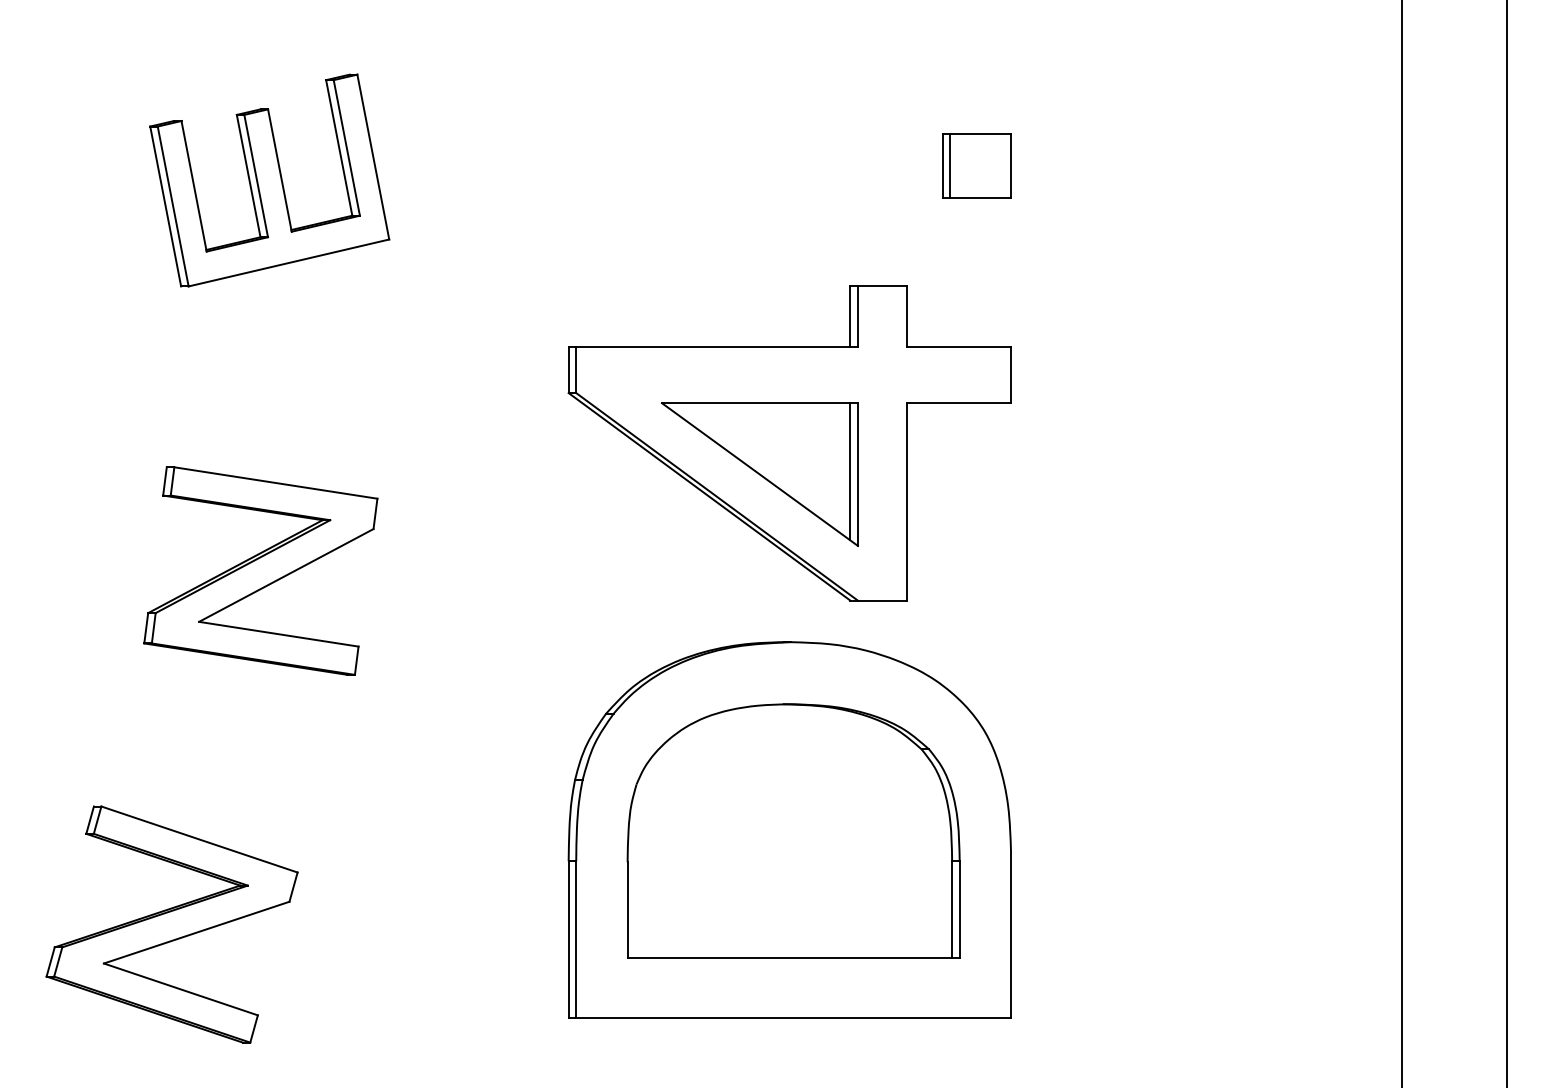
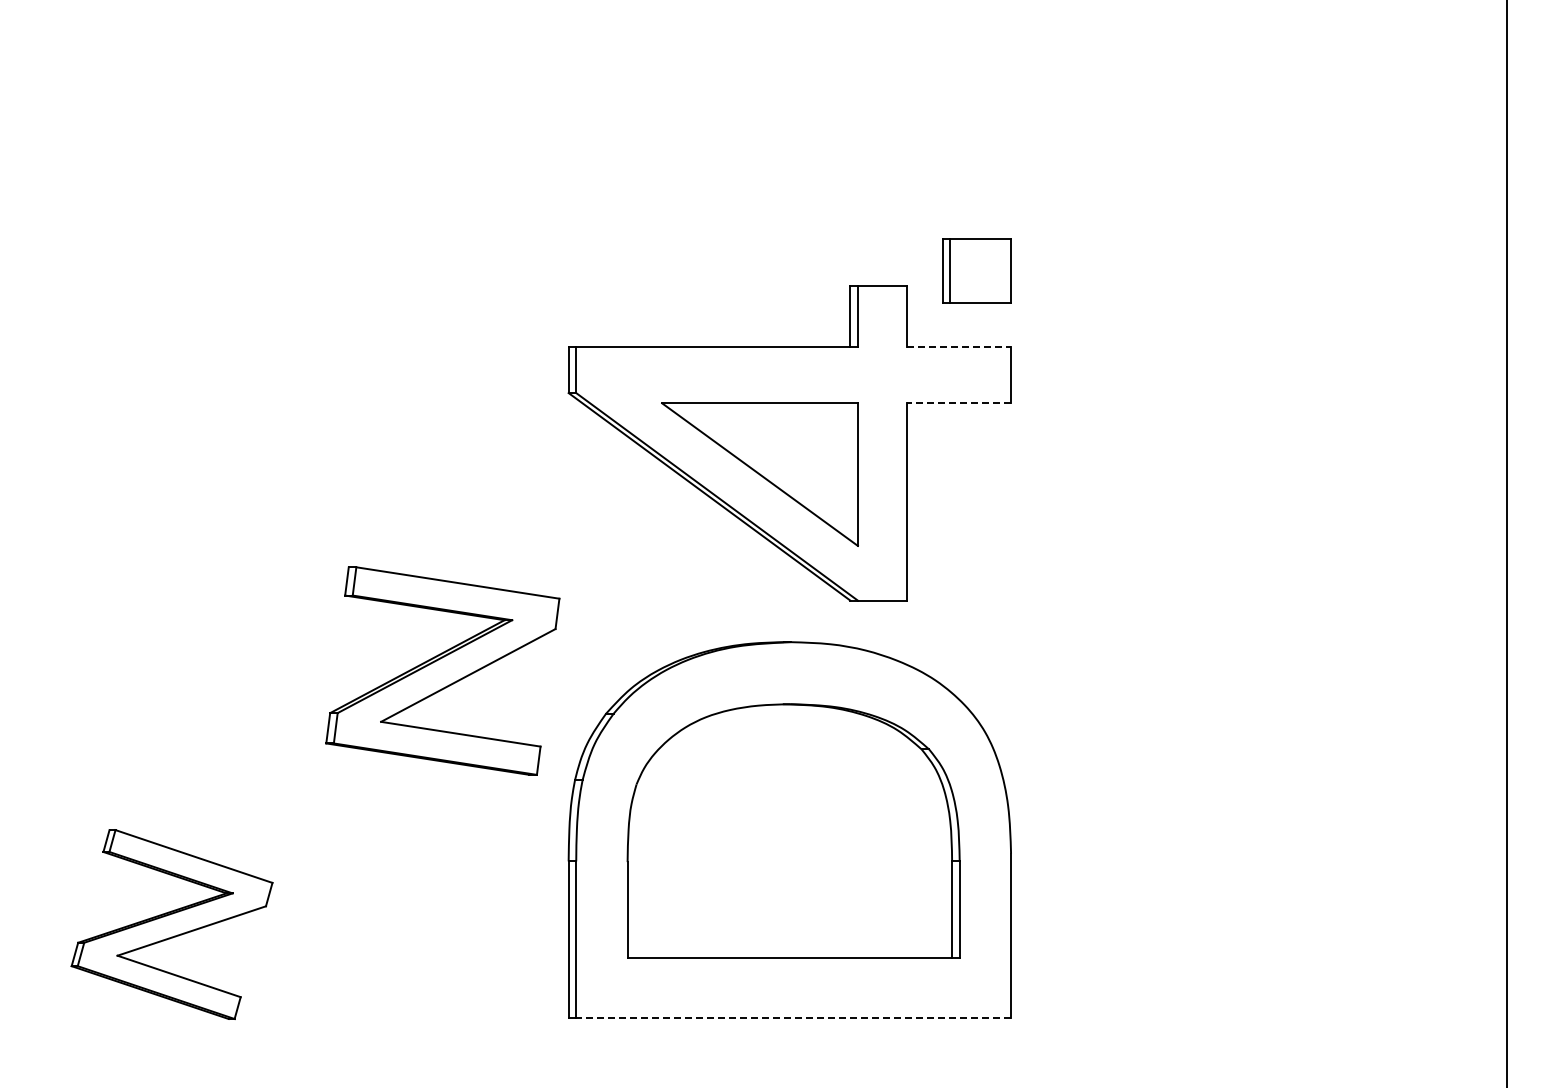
part at (976, 165) position: (976, 165) -> (976, 270)
part at (269, 180): present -> none
line at (959, 347): solid -> dashed
line at (958, 403): solid -> dashed
line at (850, 471): present -> none
line at (1402, 543): present -> none
part at (260, 570) position: (260, 570) -> (442, 670)
part at (171, 924) size: 254x239 px -> 204x191 px
line at (793, 1017): solid -> dashed
